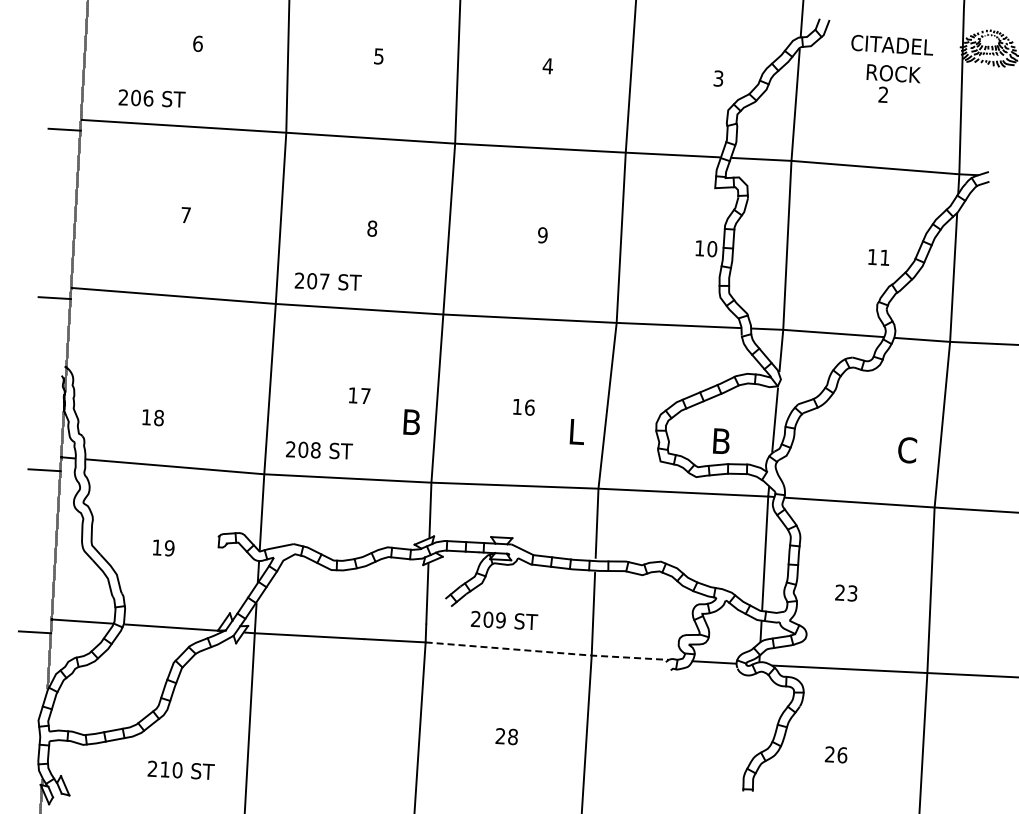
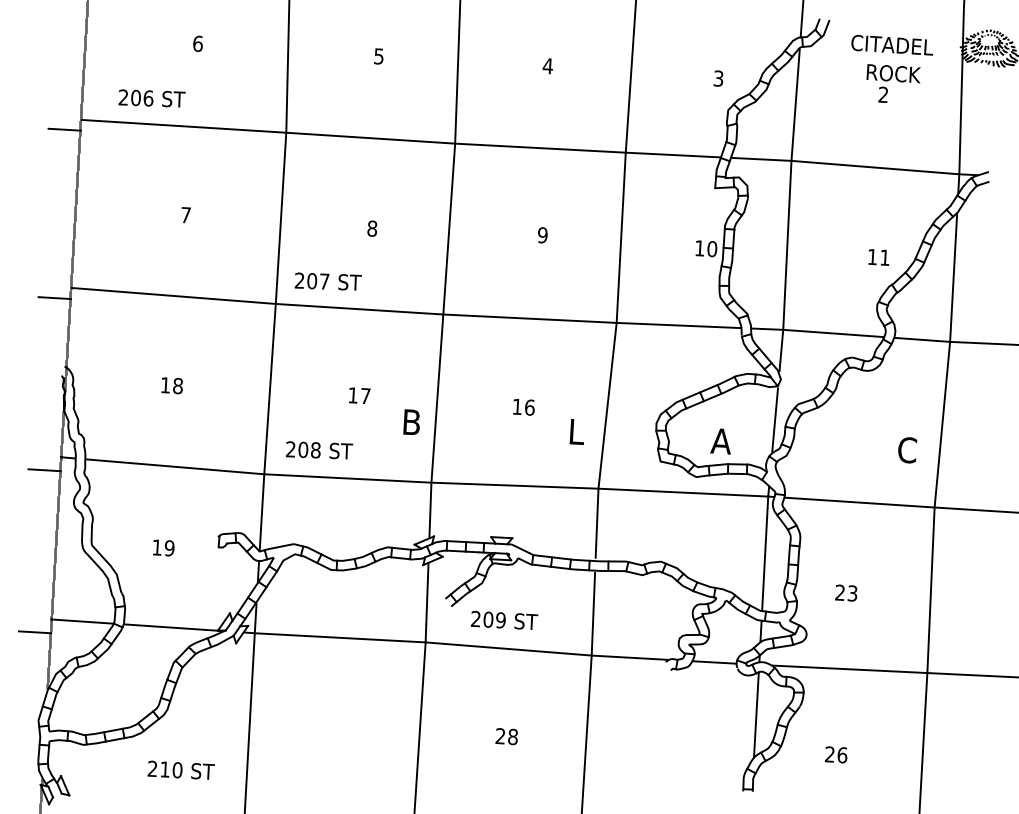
text at (152, 417) position: (152, 417) -> (171, 385)
text at (720, 441): B -> A
line at (547, 652): dashed -> solid
line at (755, 714): none -> present
